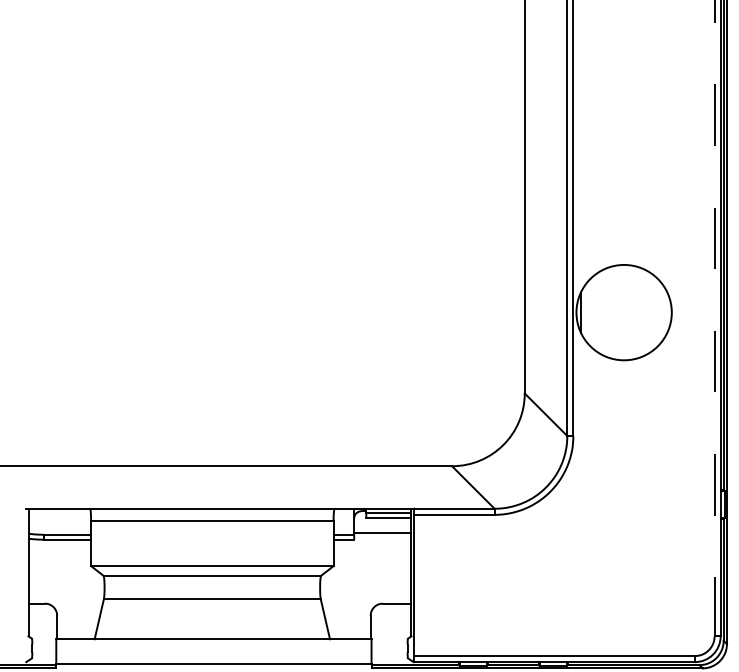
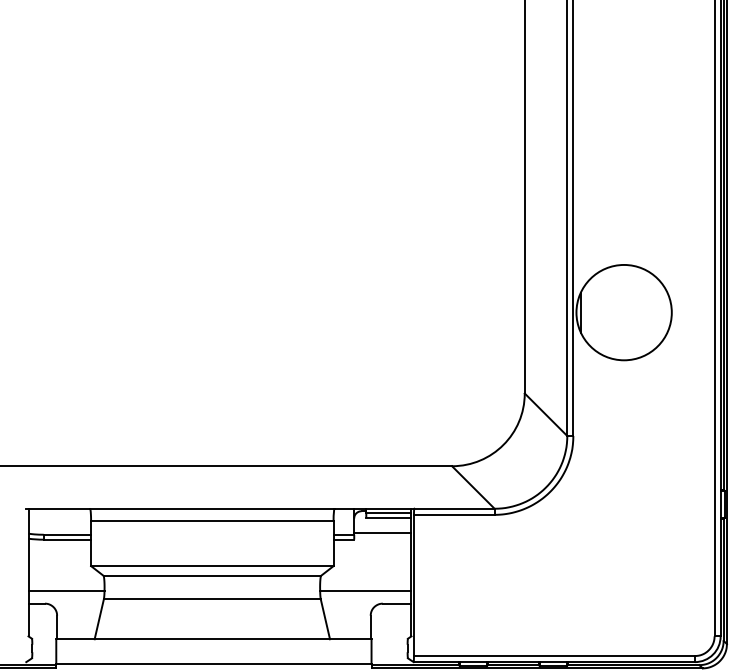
line at (714, 318): dashed -> solid
line at (66, 590): none -> present
line at (365, 590): none -> present
